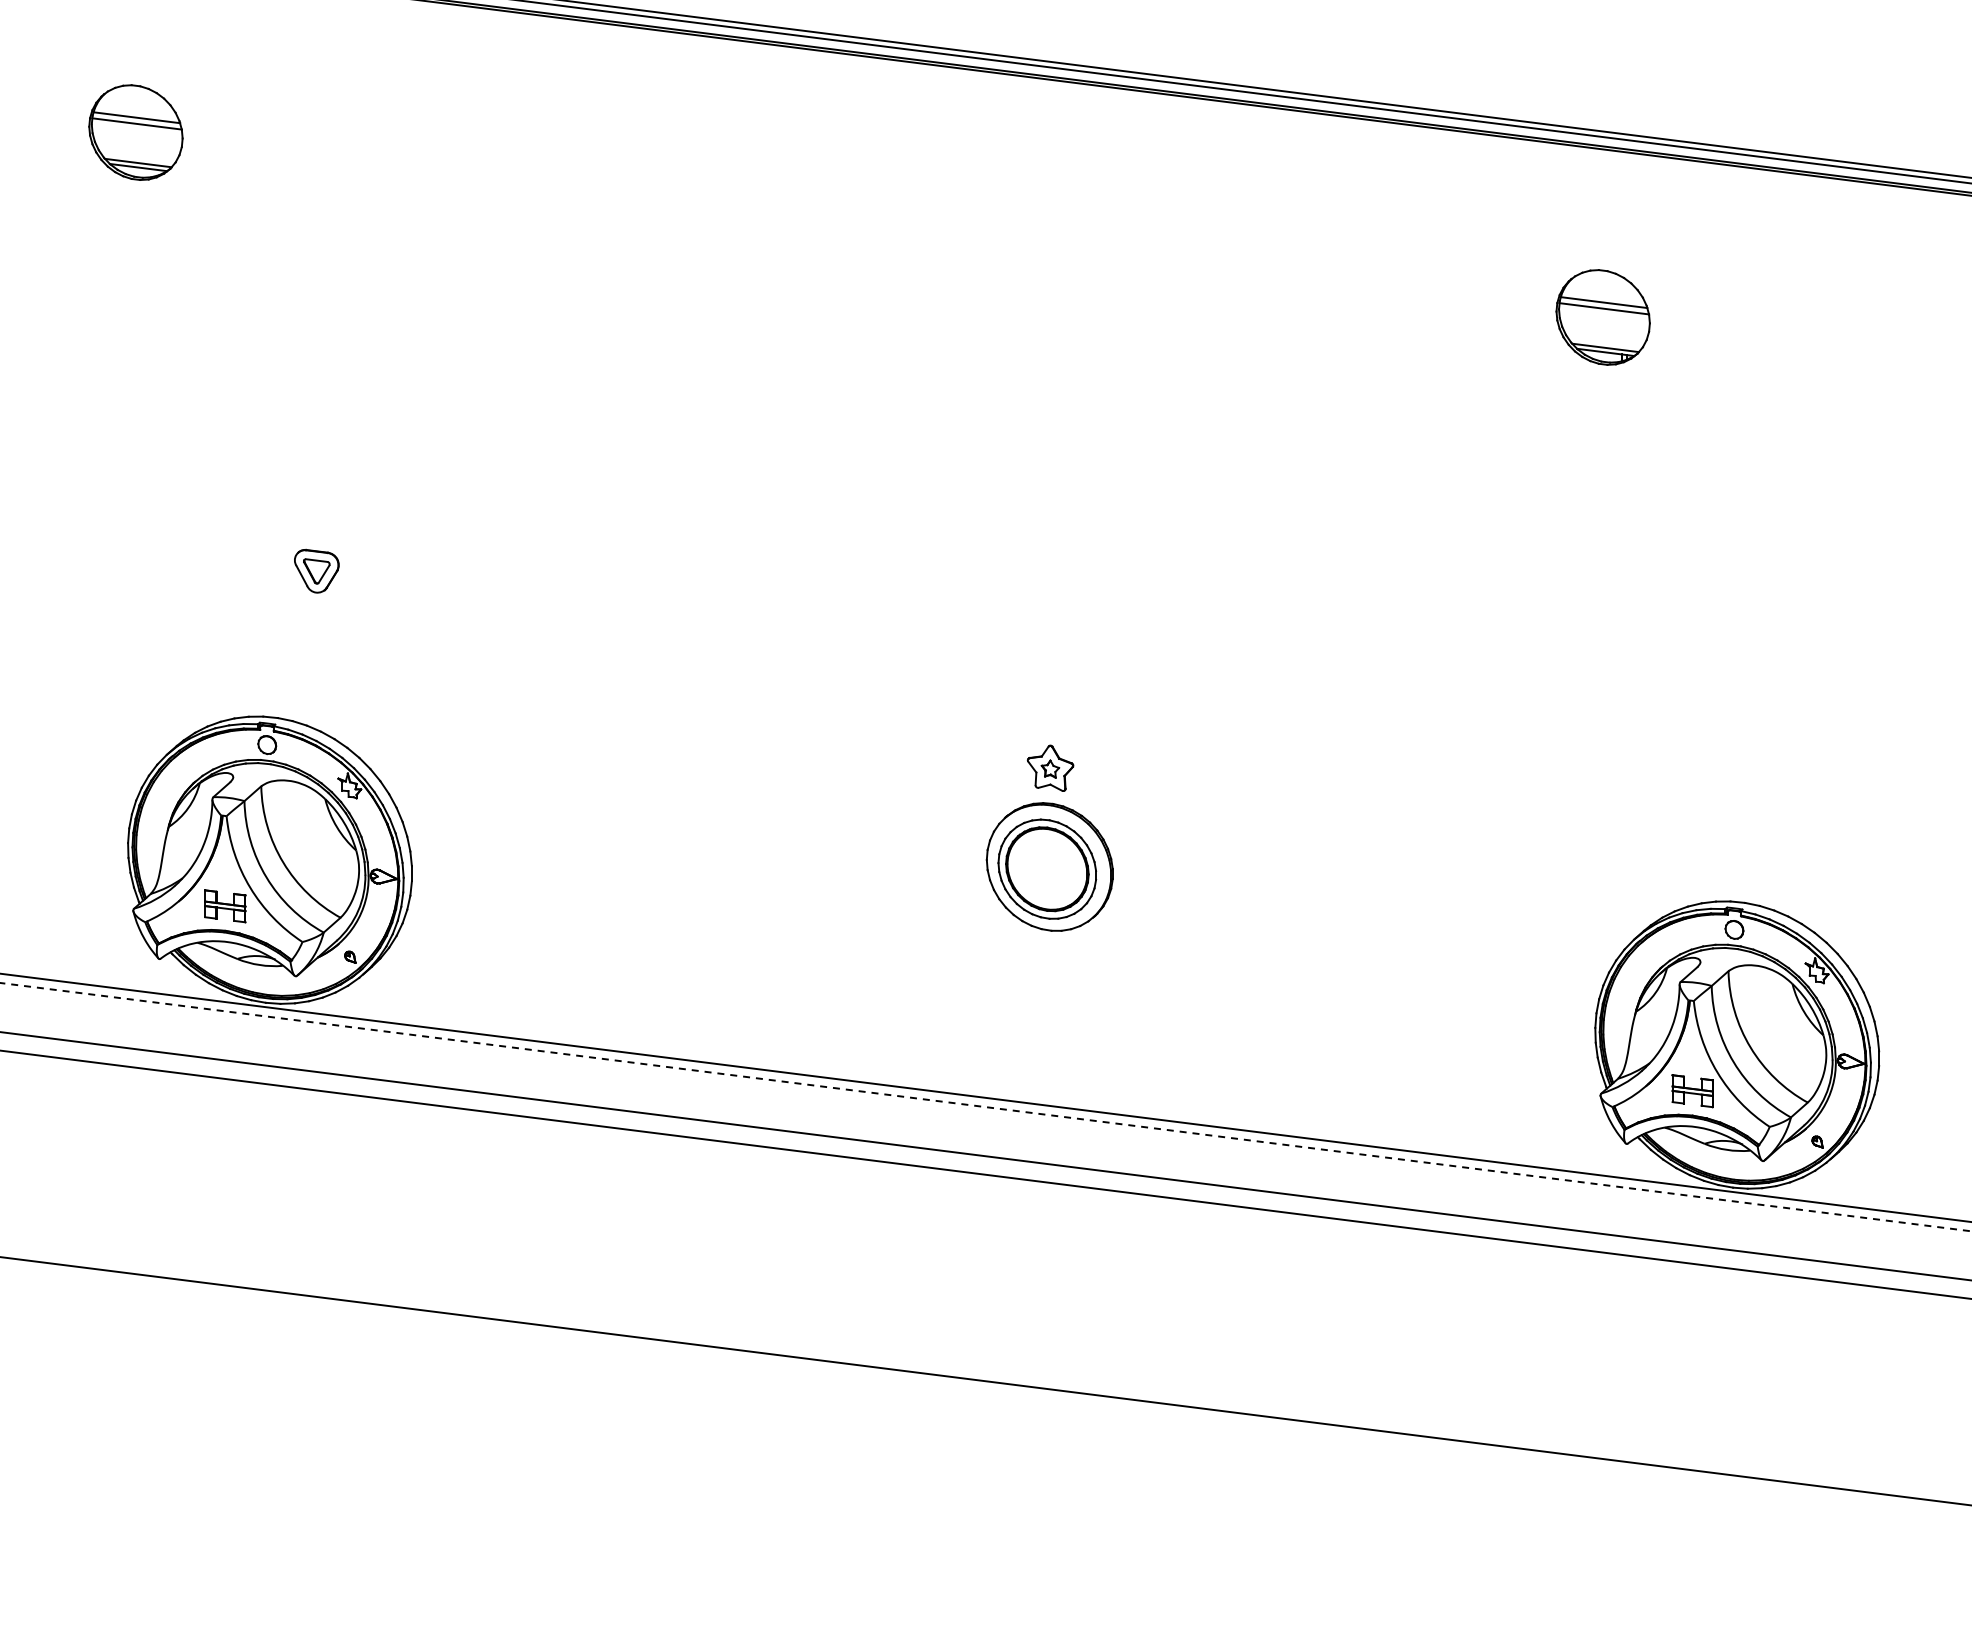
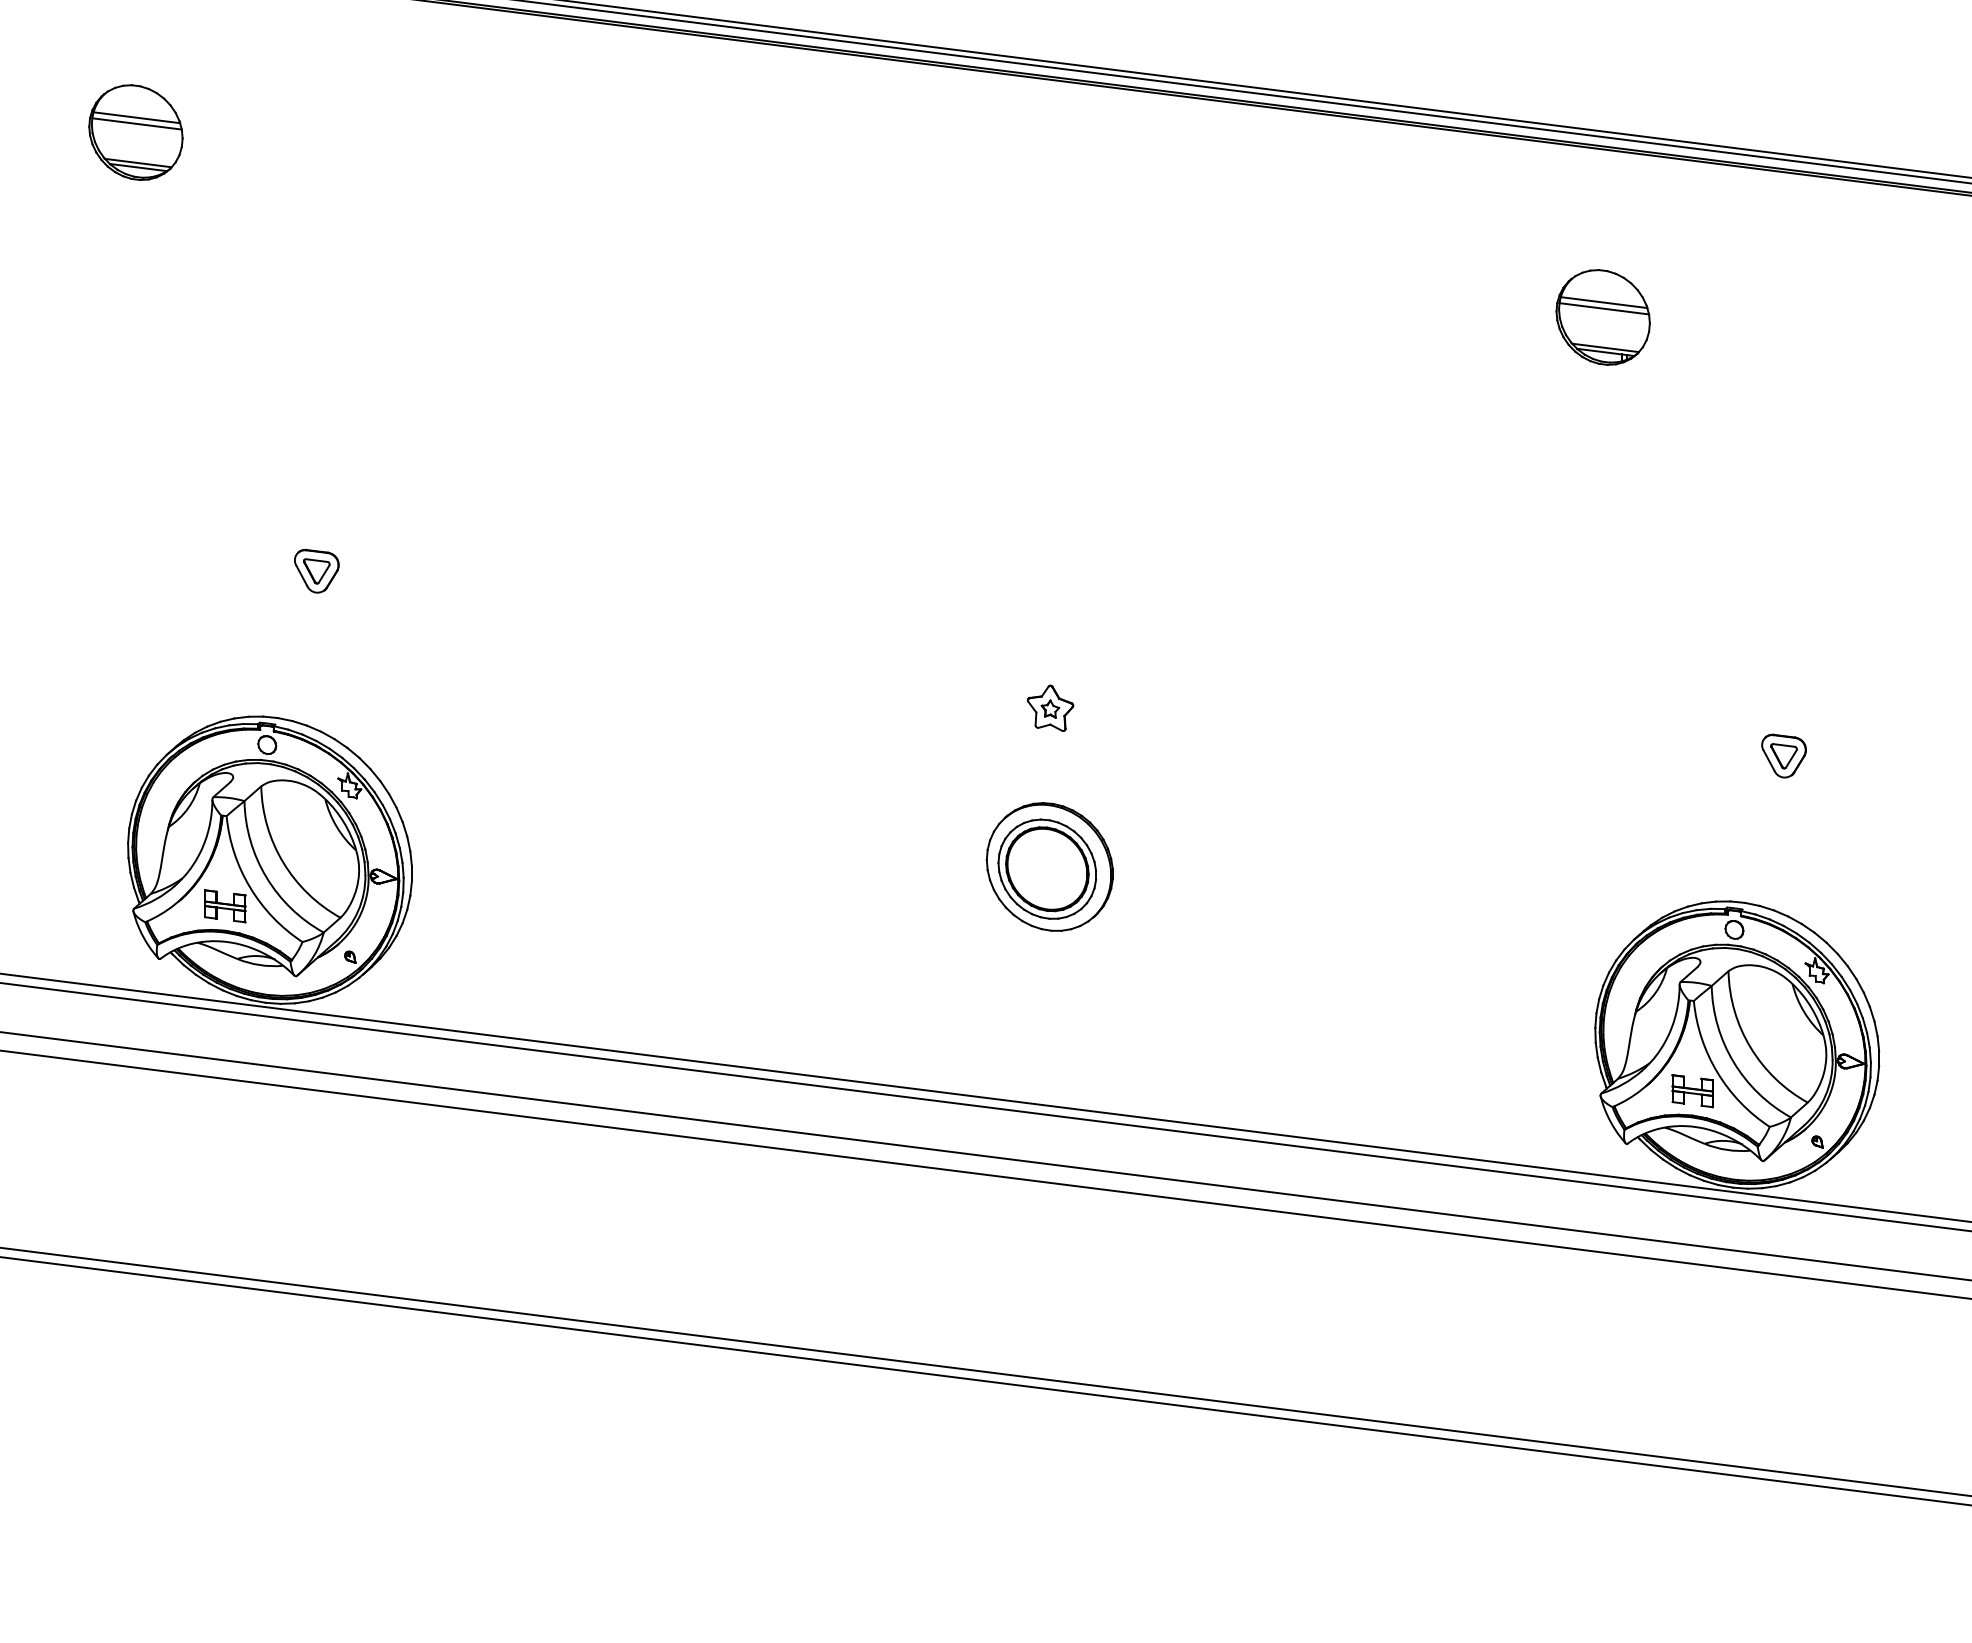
part at (1783, 755): none -> present
part at (1050, 767) position: (1050, 767) -> (1050, 707)
line at (986, 1107): dashed -> solid
line at (985, 1371): none -> present
